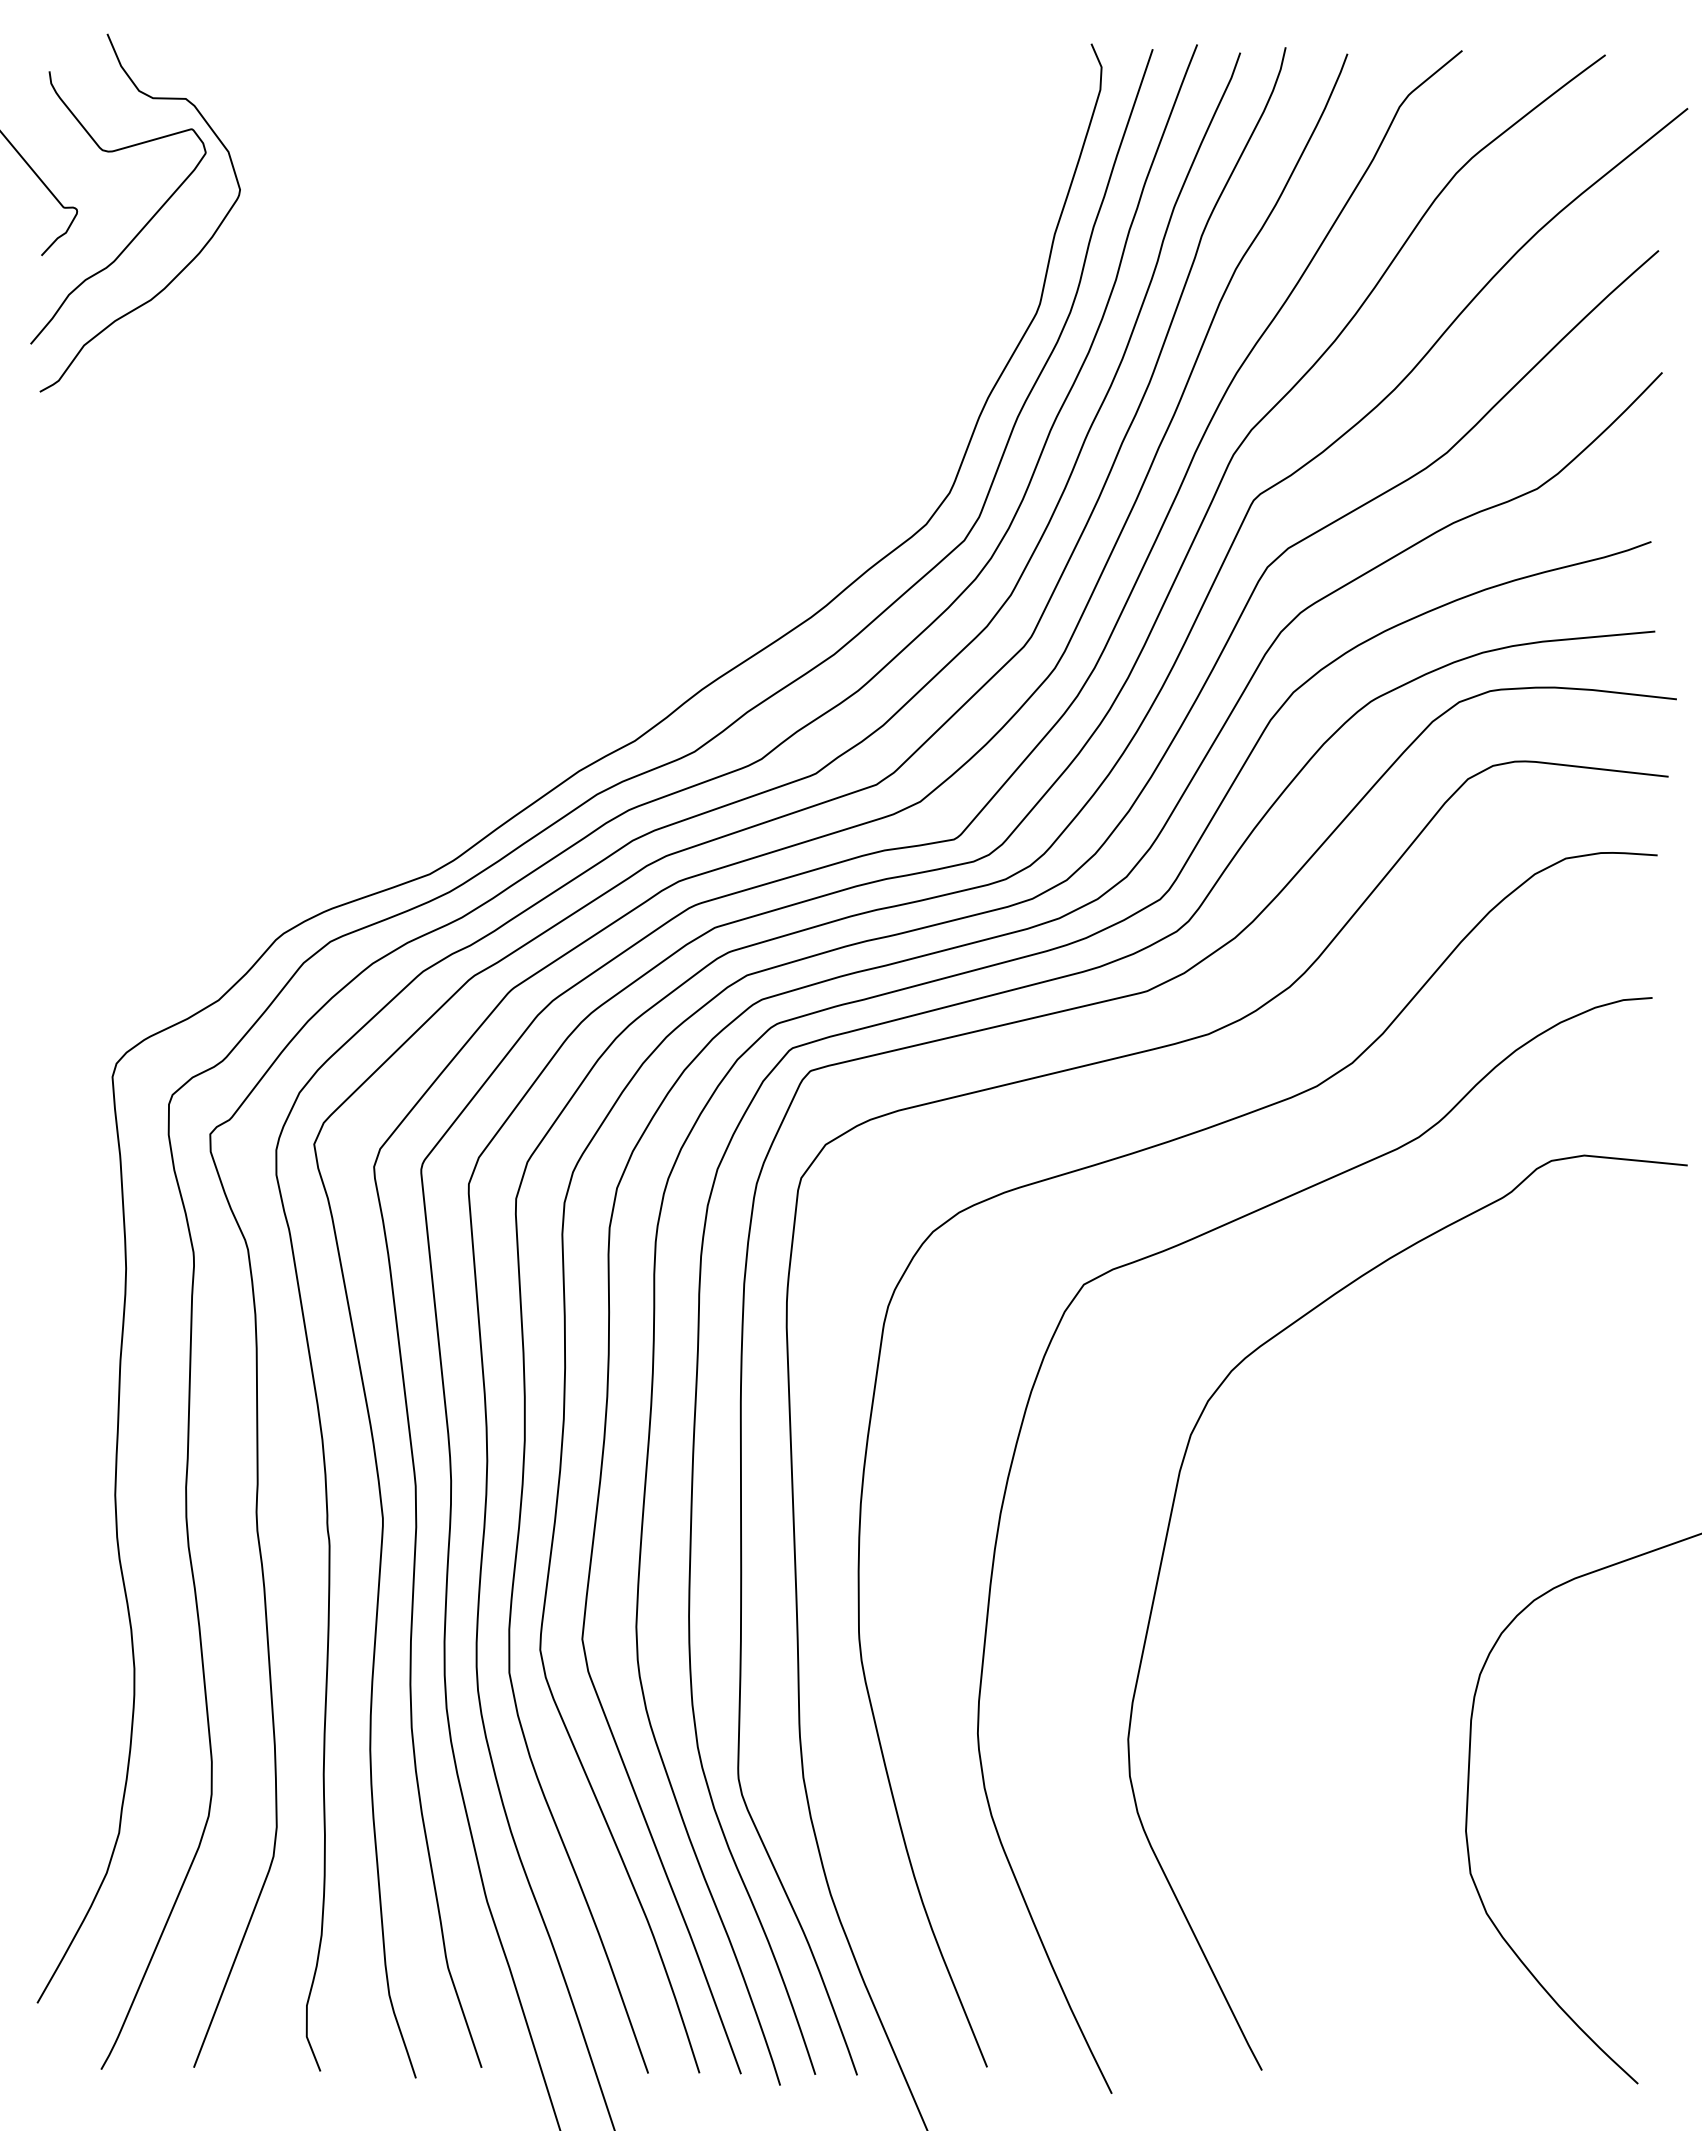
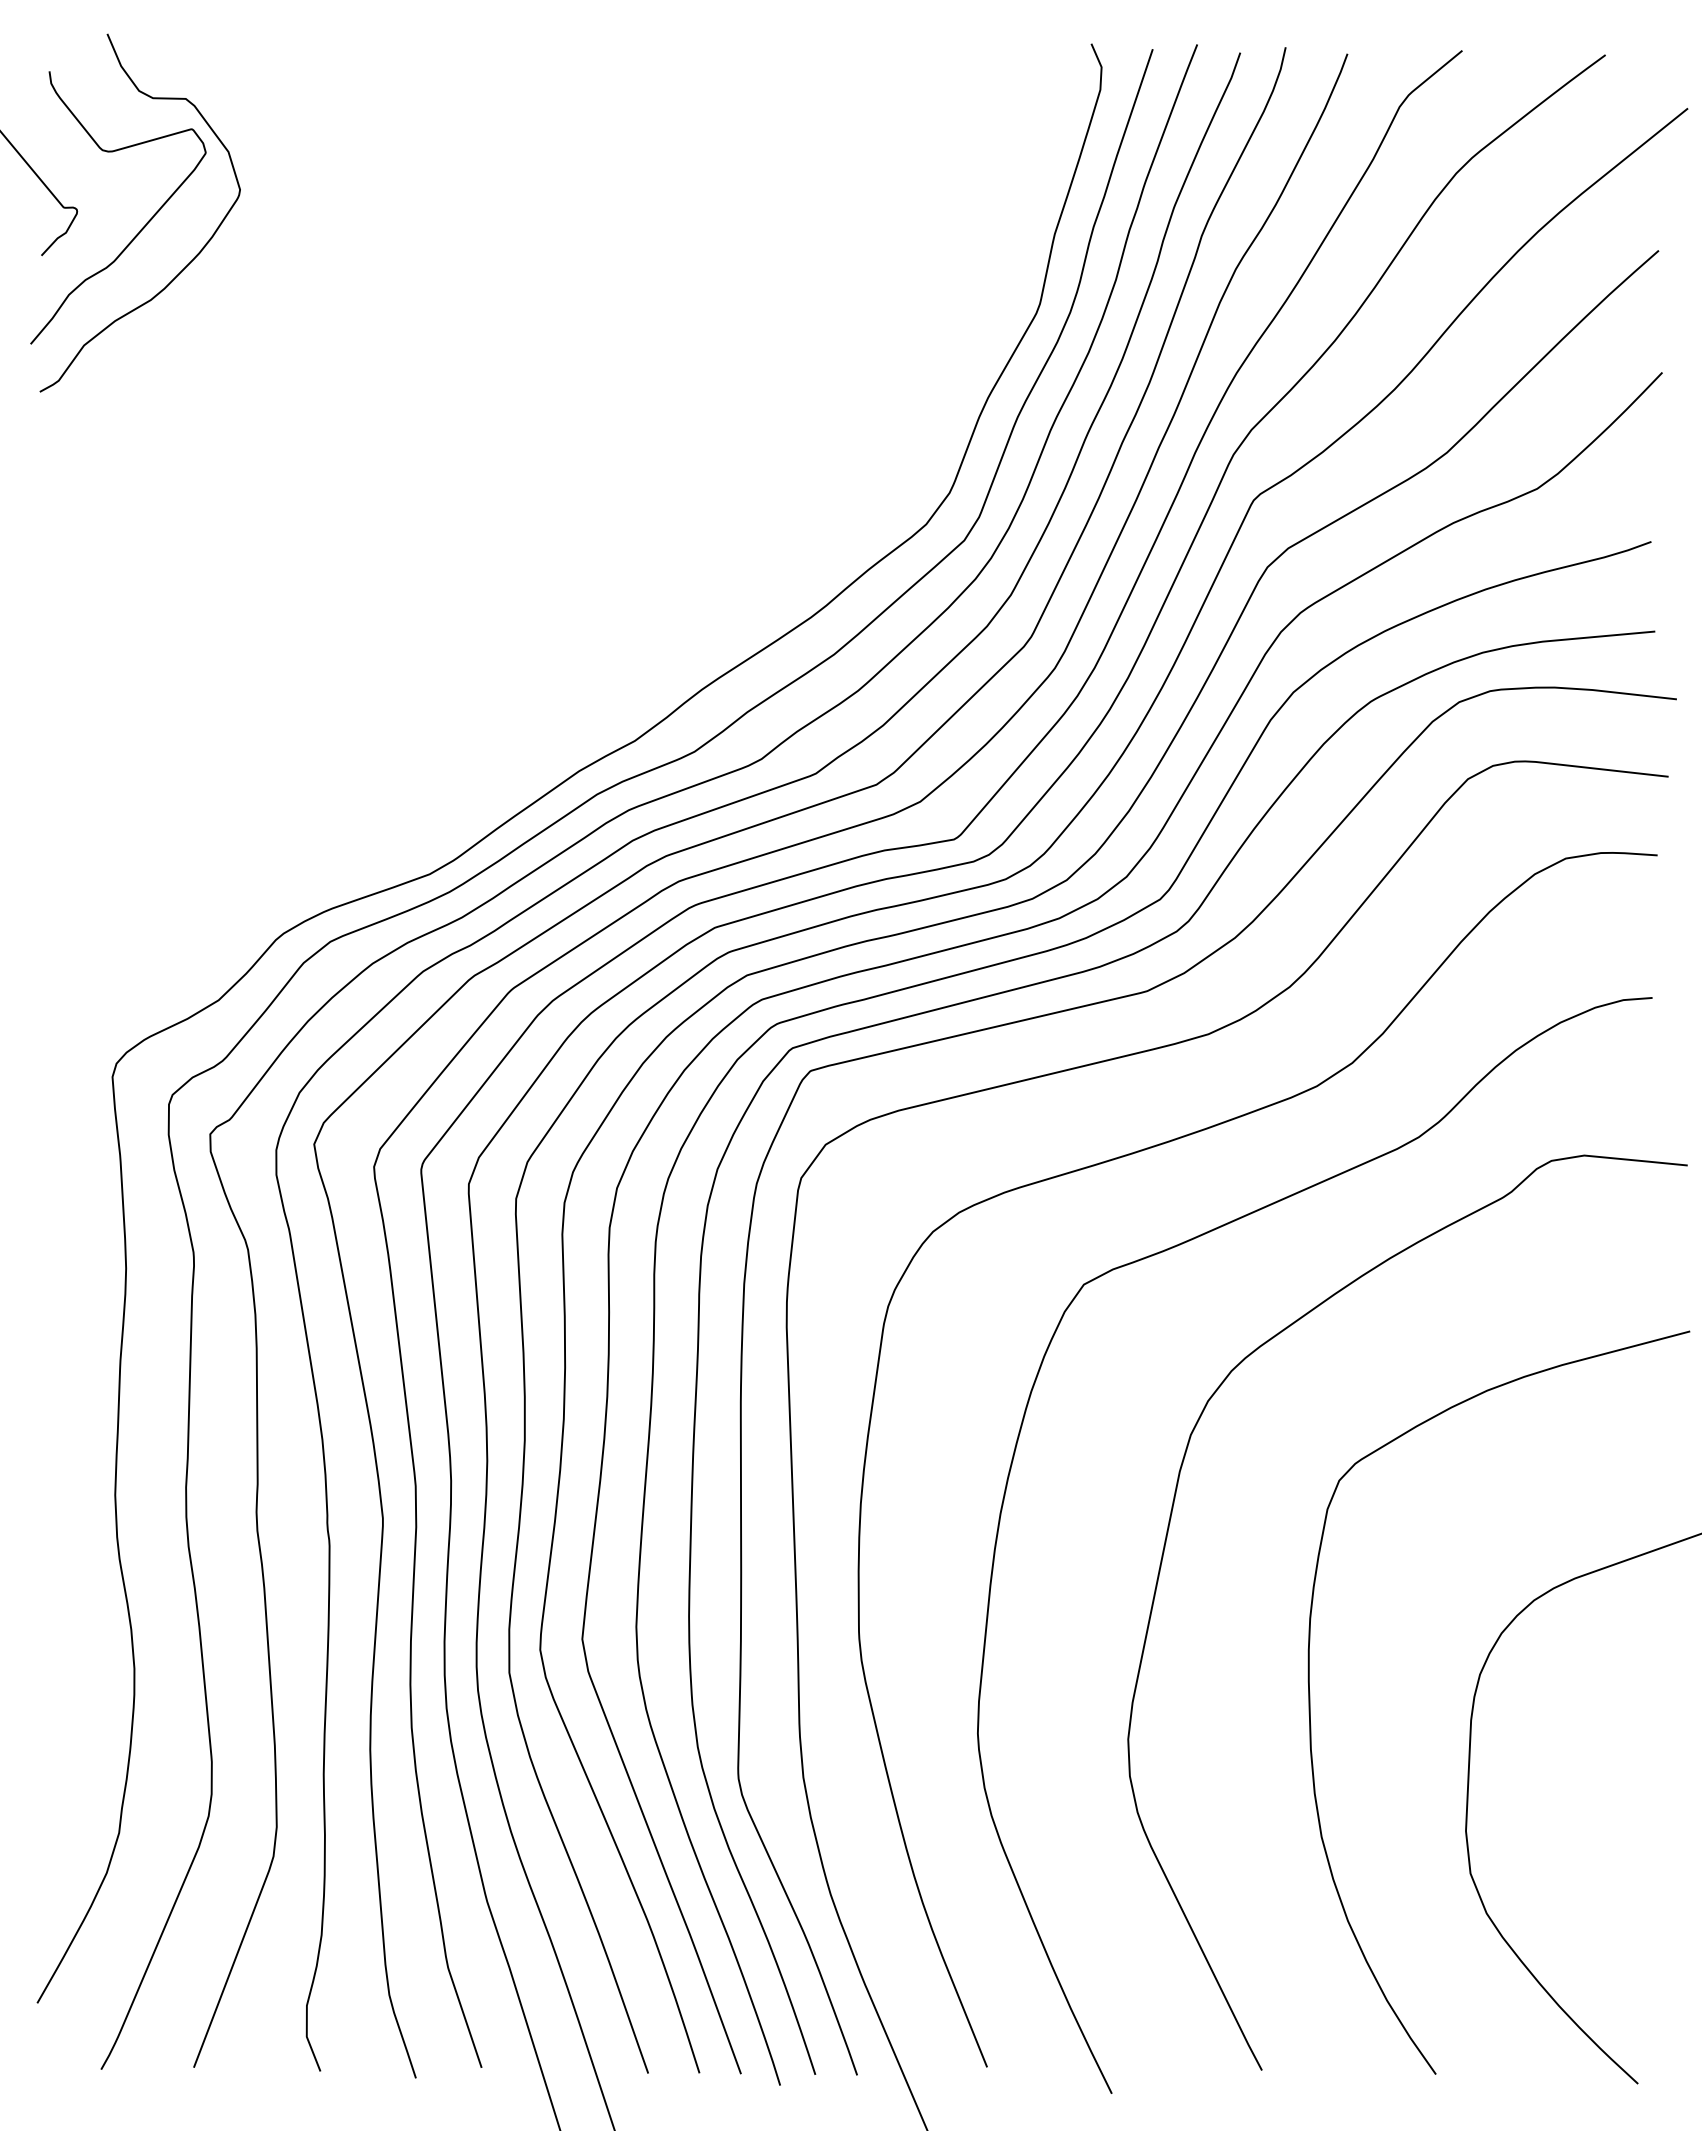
curve at (1310, 1702): none -> present
